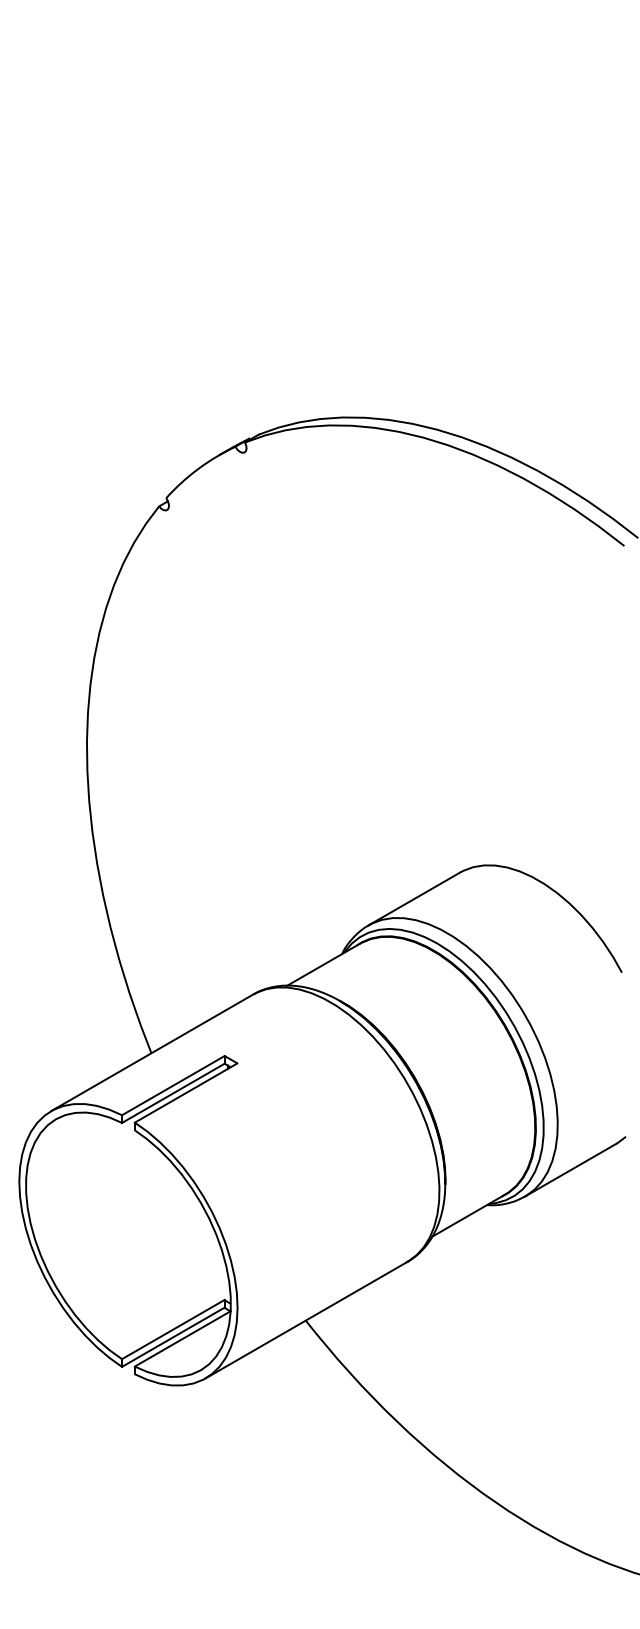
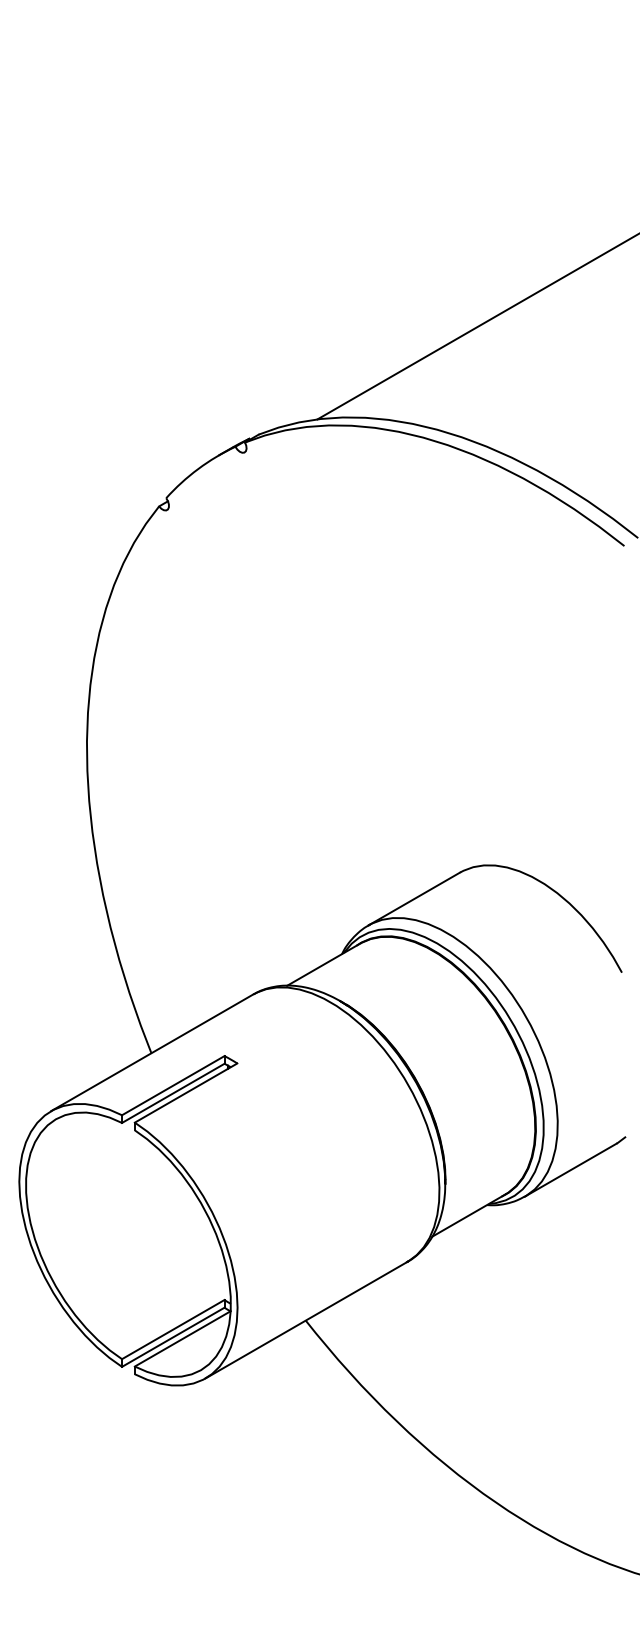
line at (476, 327): none -> present
